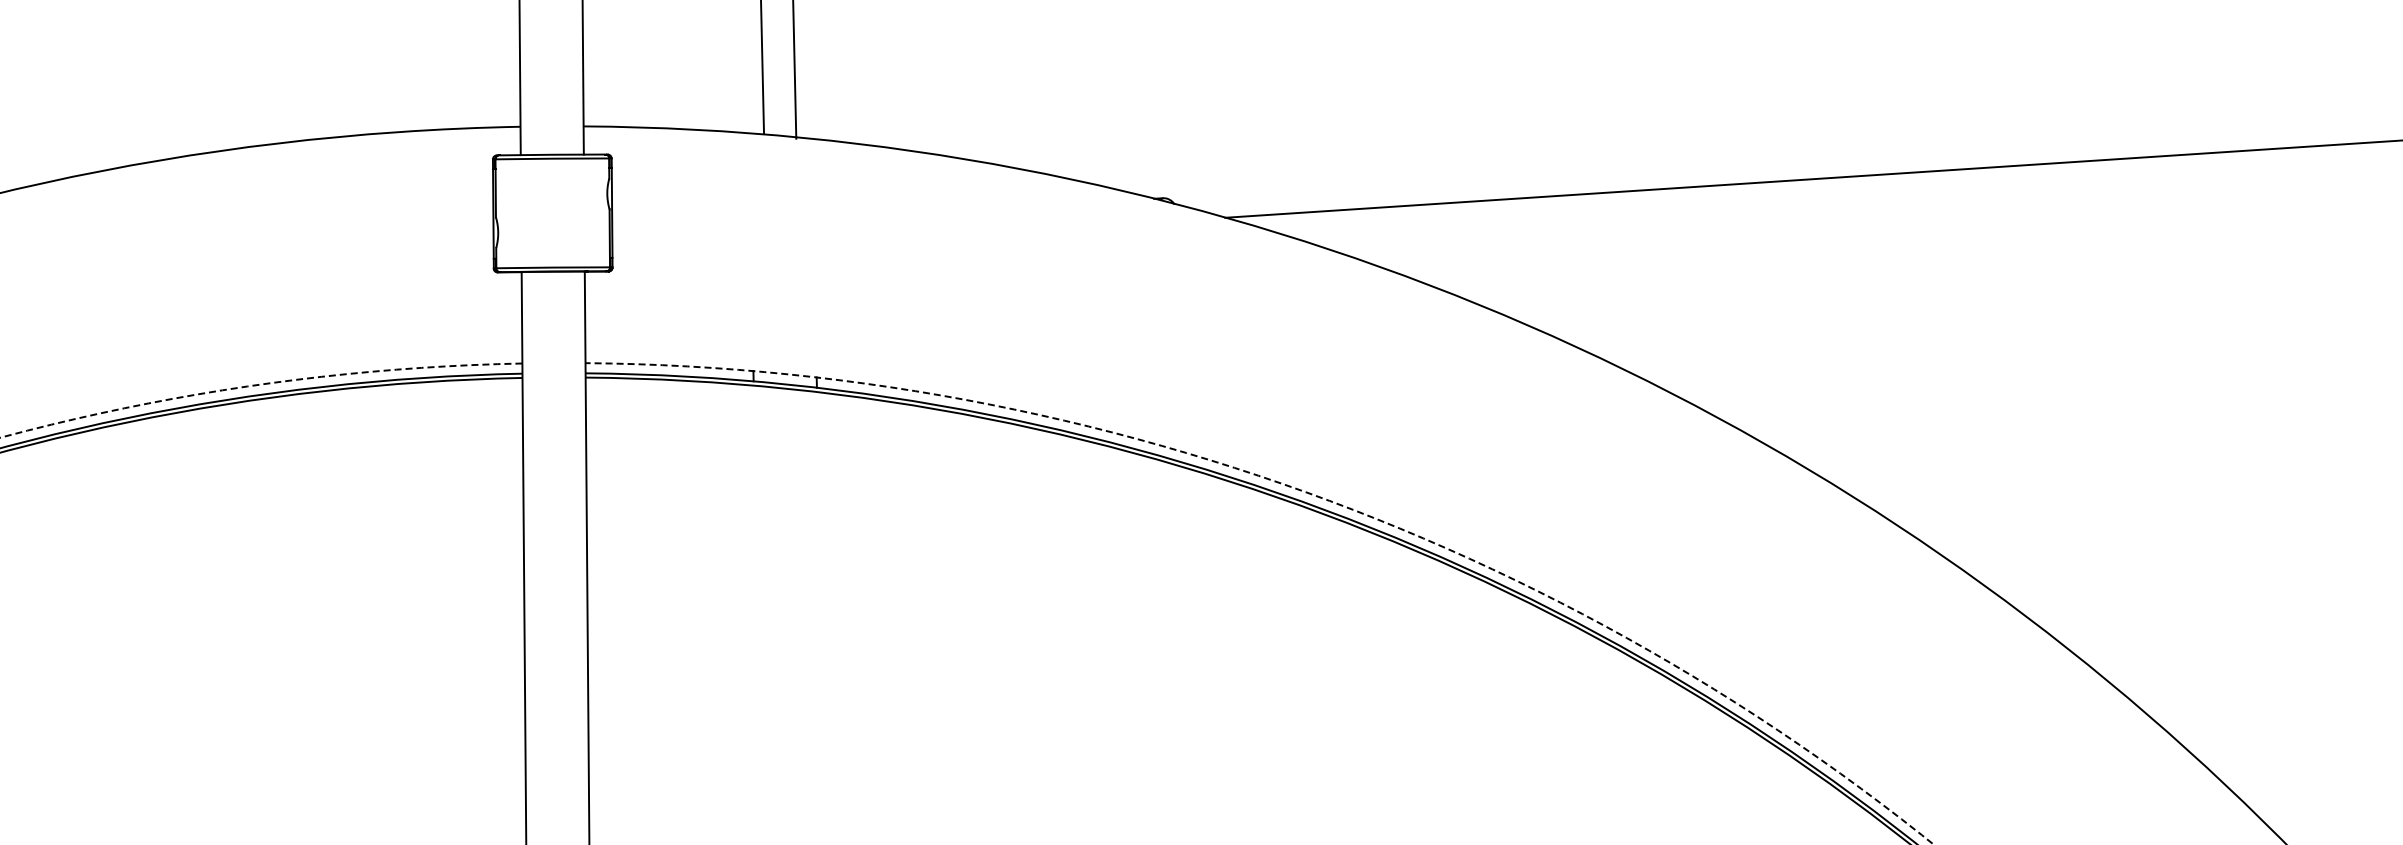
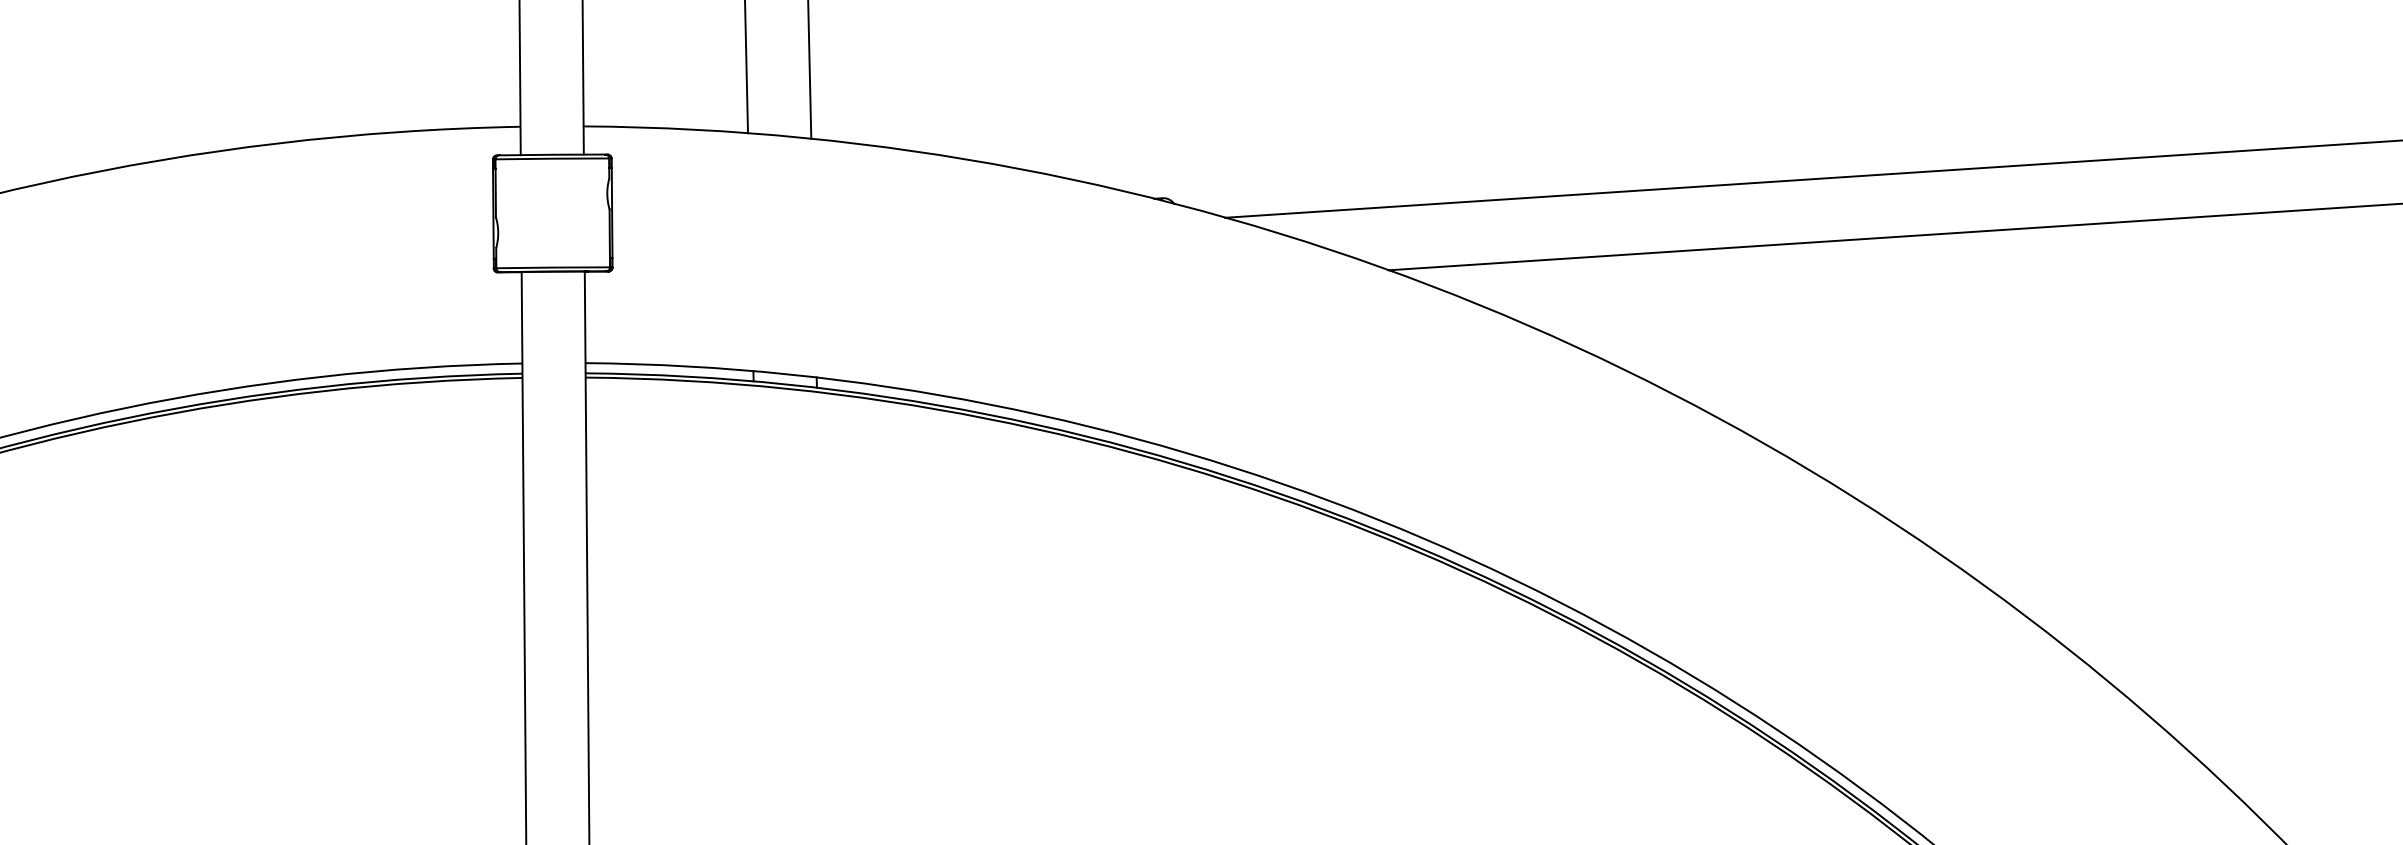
line at (762, 67) position: (762, 67) -> (746, 67)
line at (794, 70) position: (794, 70) -> (809, 70)
line at (1893, 236): none -> present
arc at (262, 384): dashed -> solid
arc at (1301, 490): dashed -> solid
